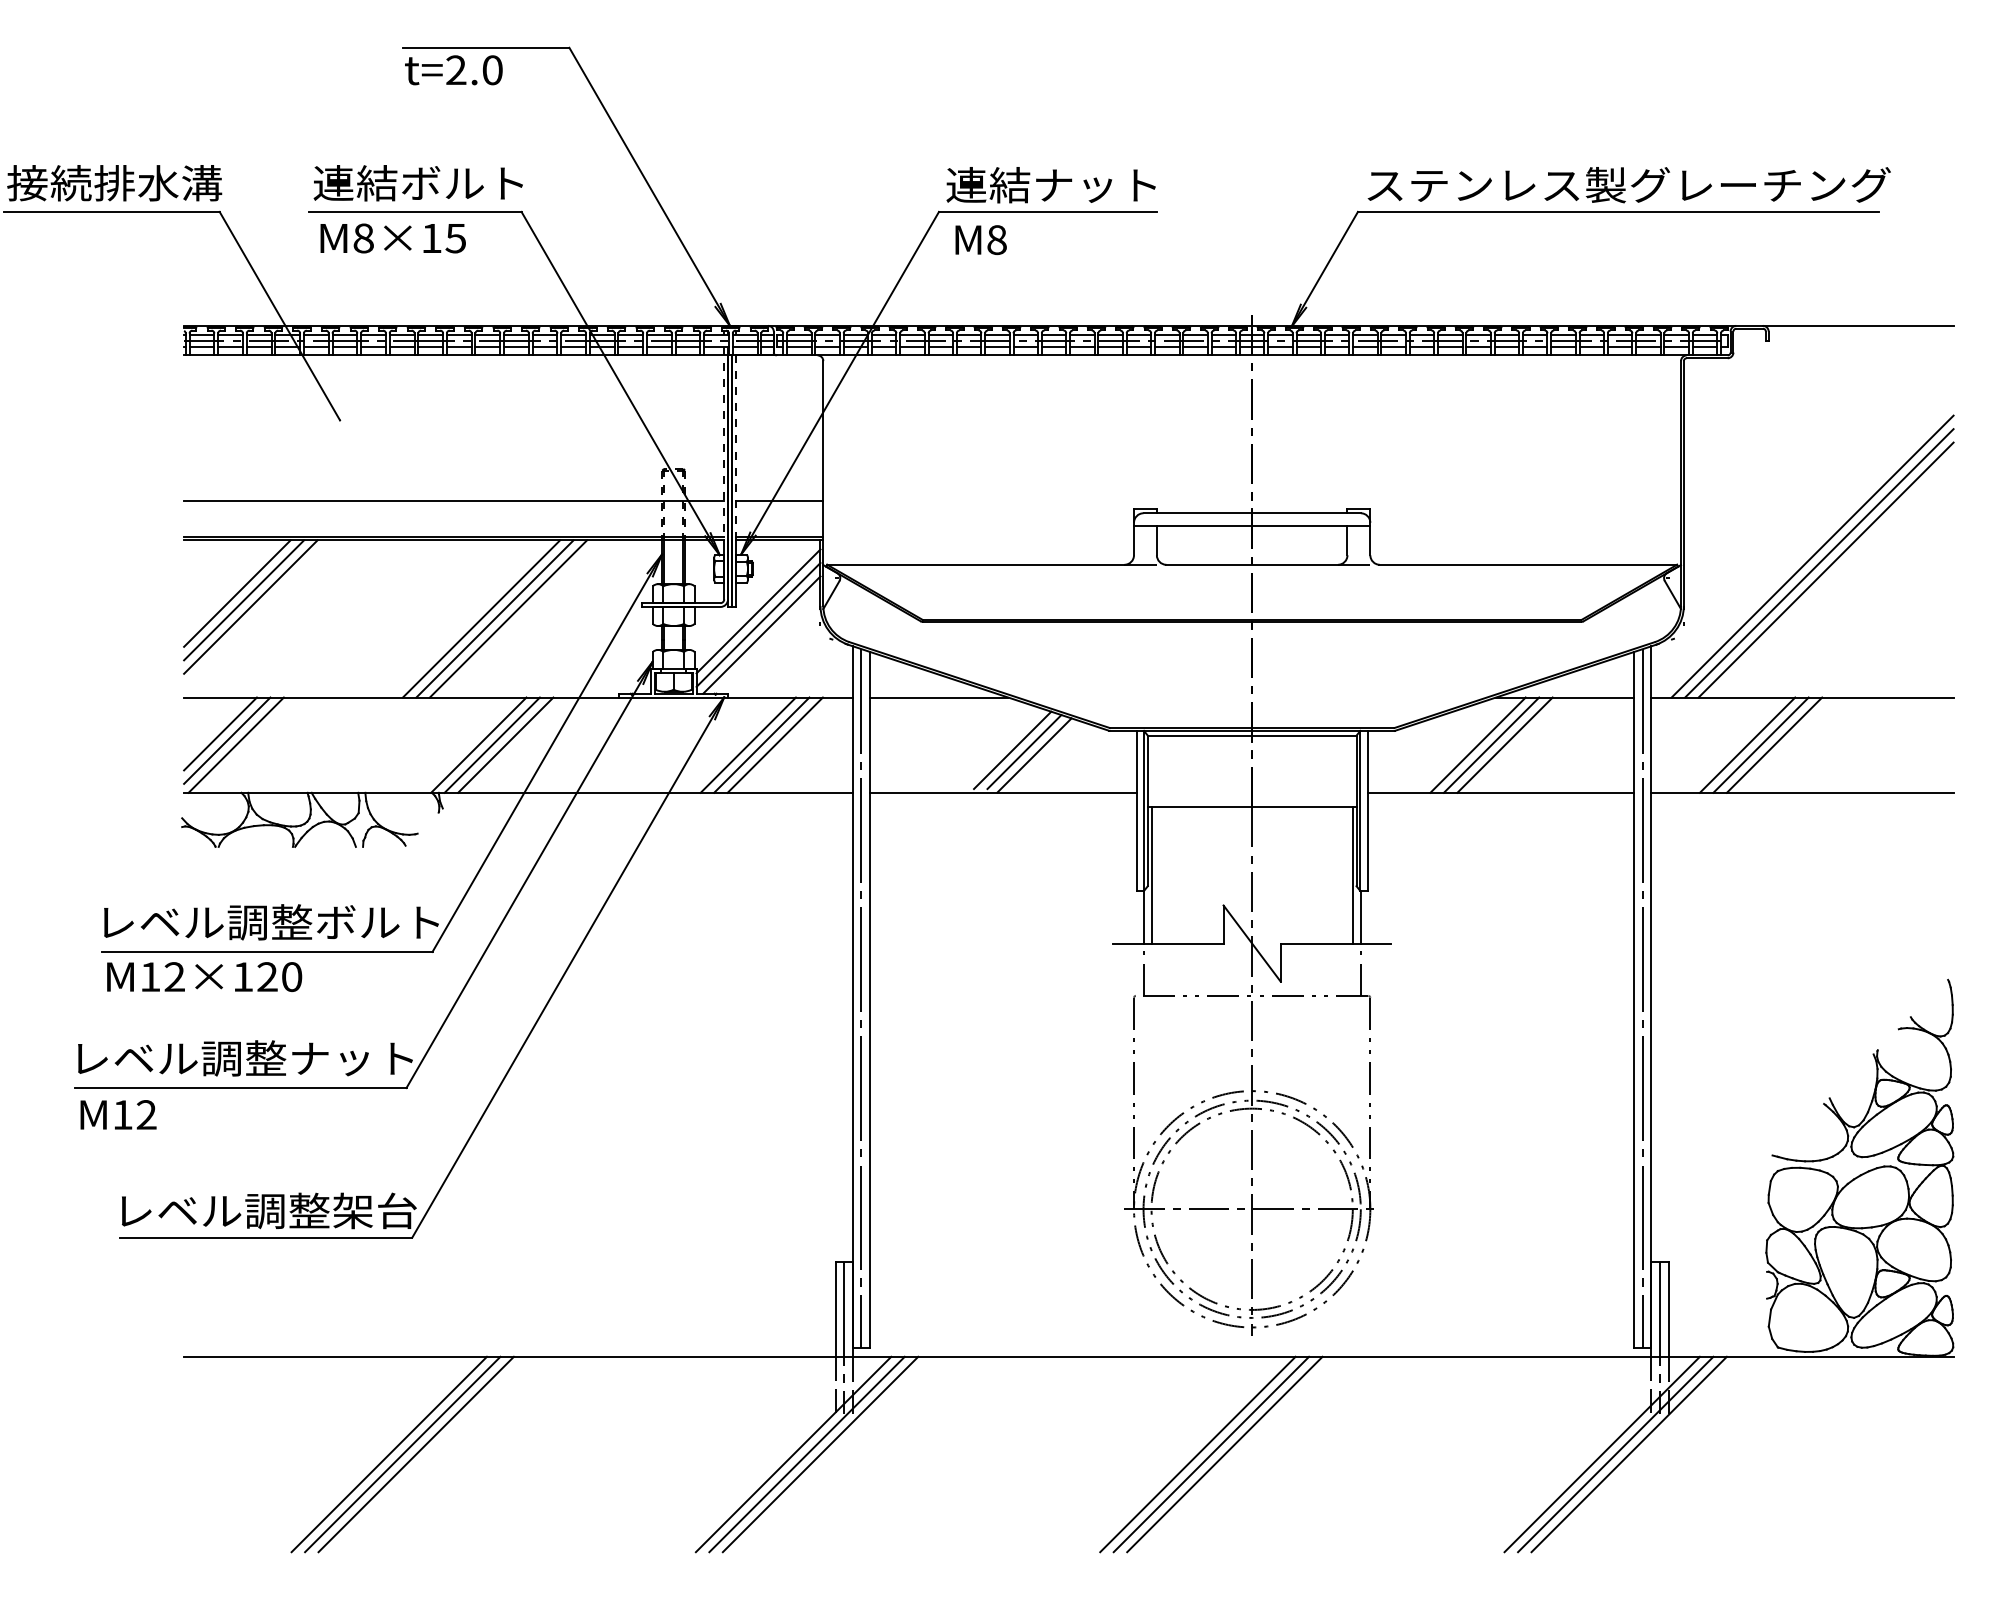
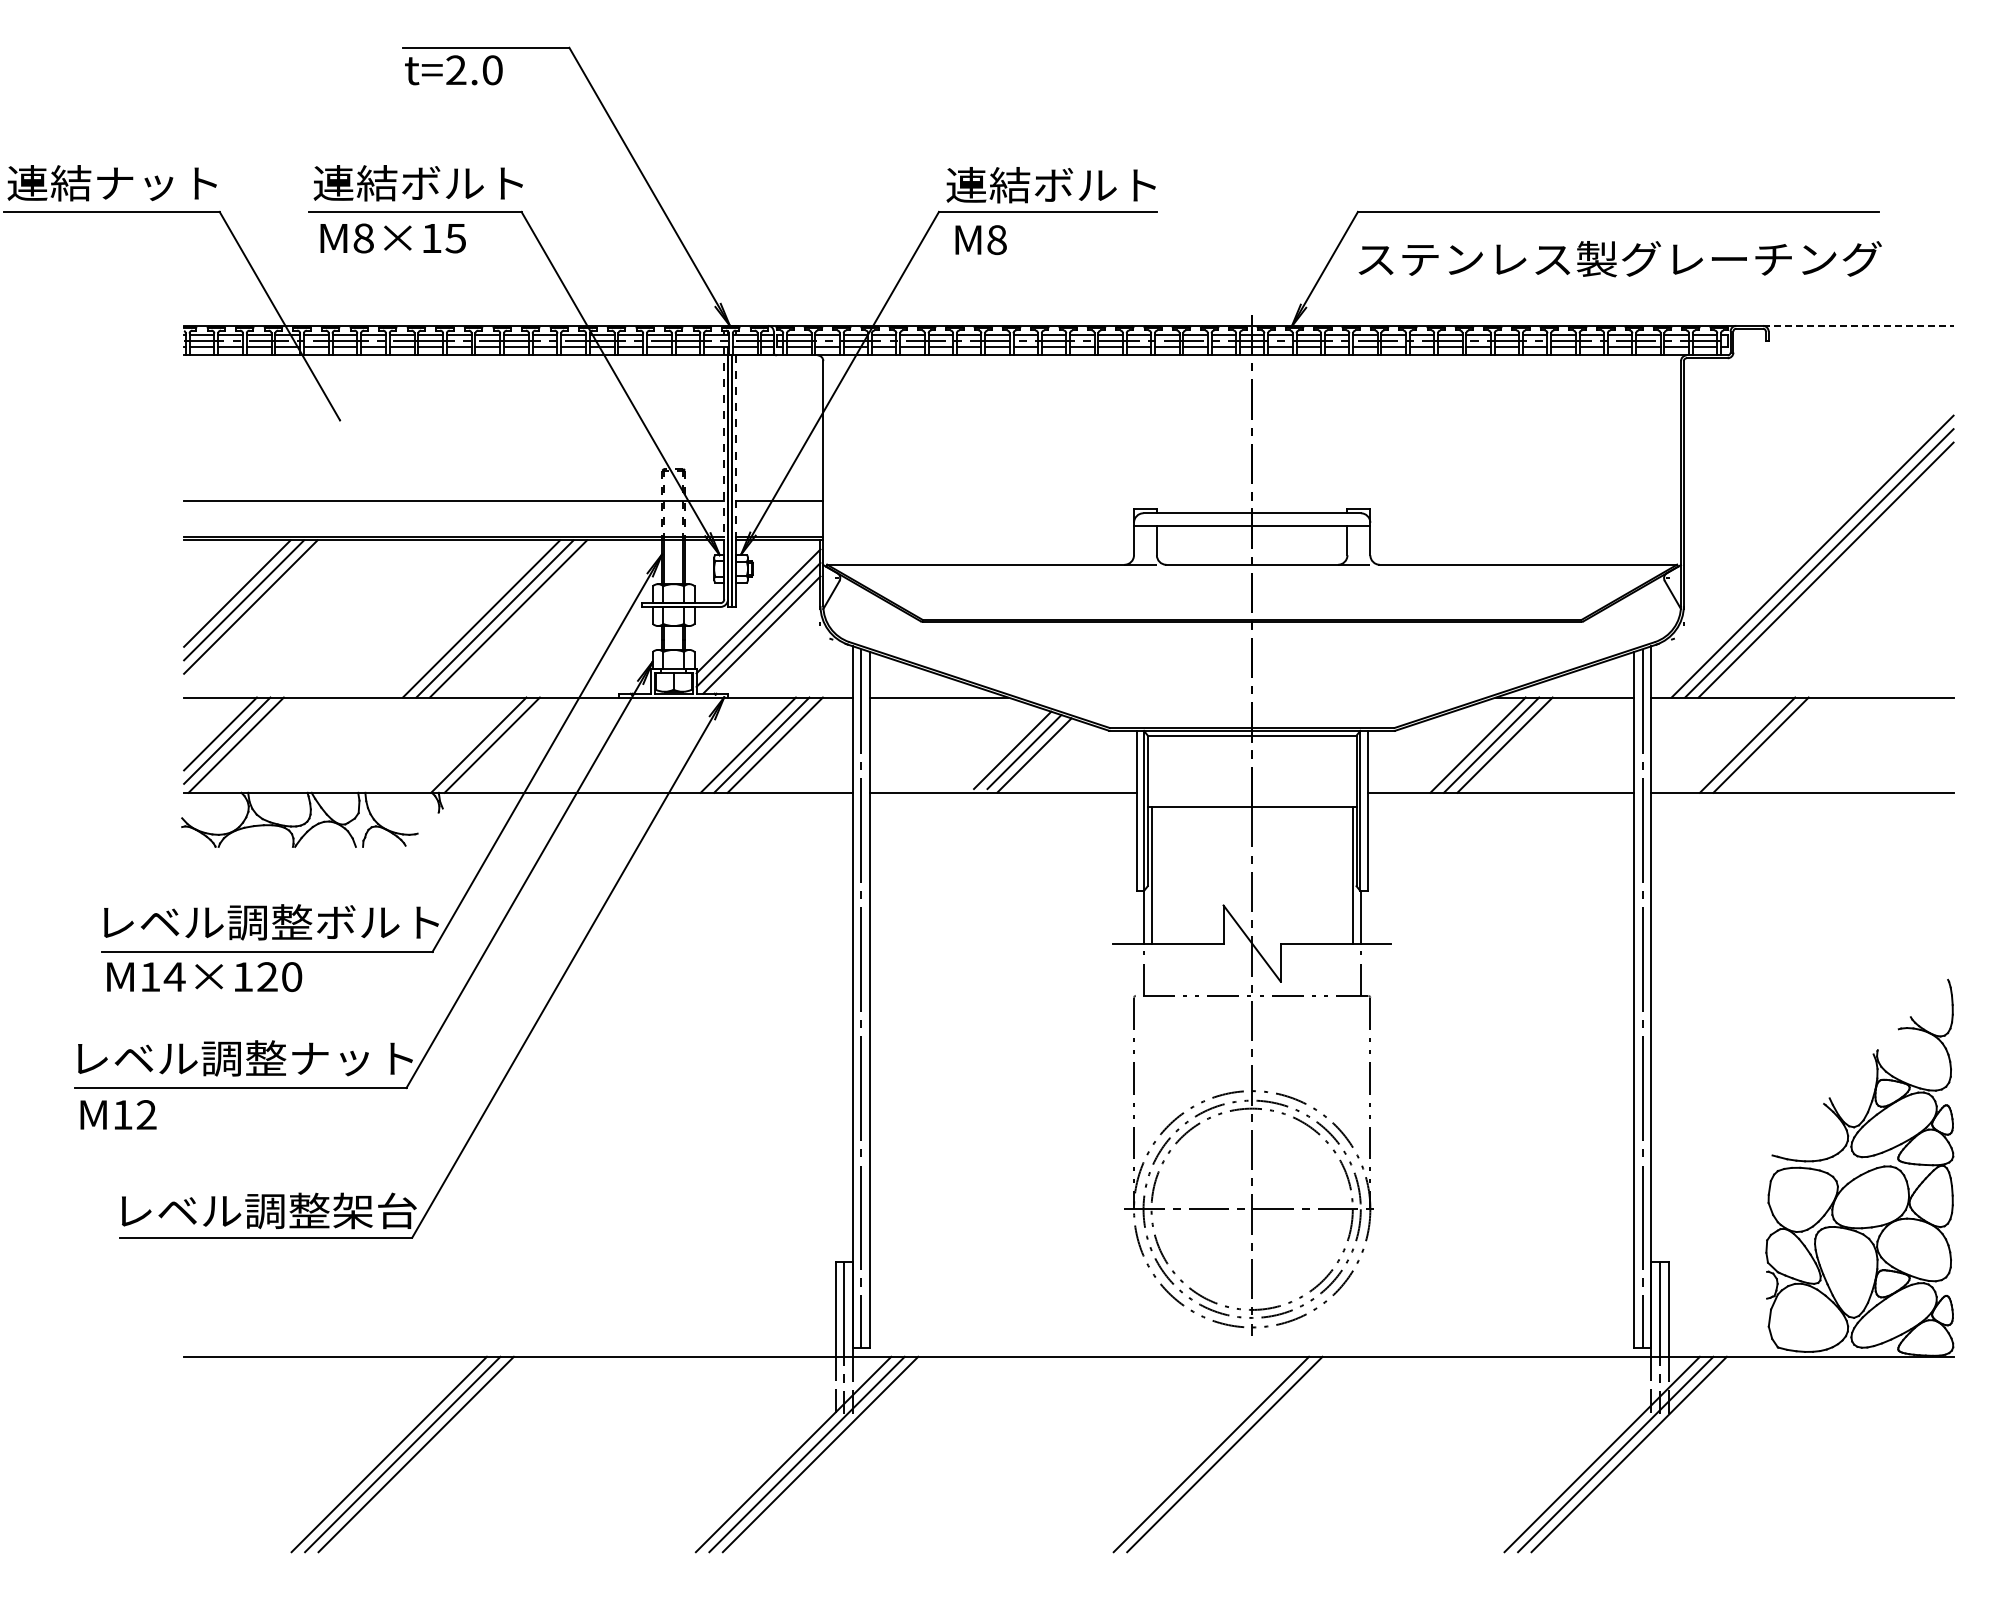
text at (114, 183): 接続排水溝 -> 連結ナット
text at (1075, 185): 連結ナット -> 連結ボルト
text at (1628, 185) position: (1628, 185) -> (1619, 259)
line at (1858, 325): solid -> dashed
line at (505, 744): present -> none
line at (1774, 744): present -> none
text at (174, 976): M12×120 -> M14×120
line at (1197, 1454): present -> none
